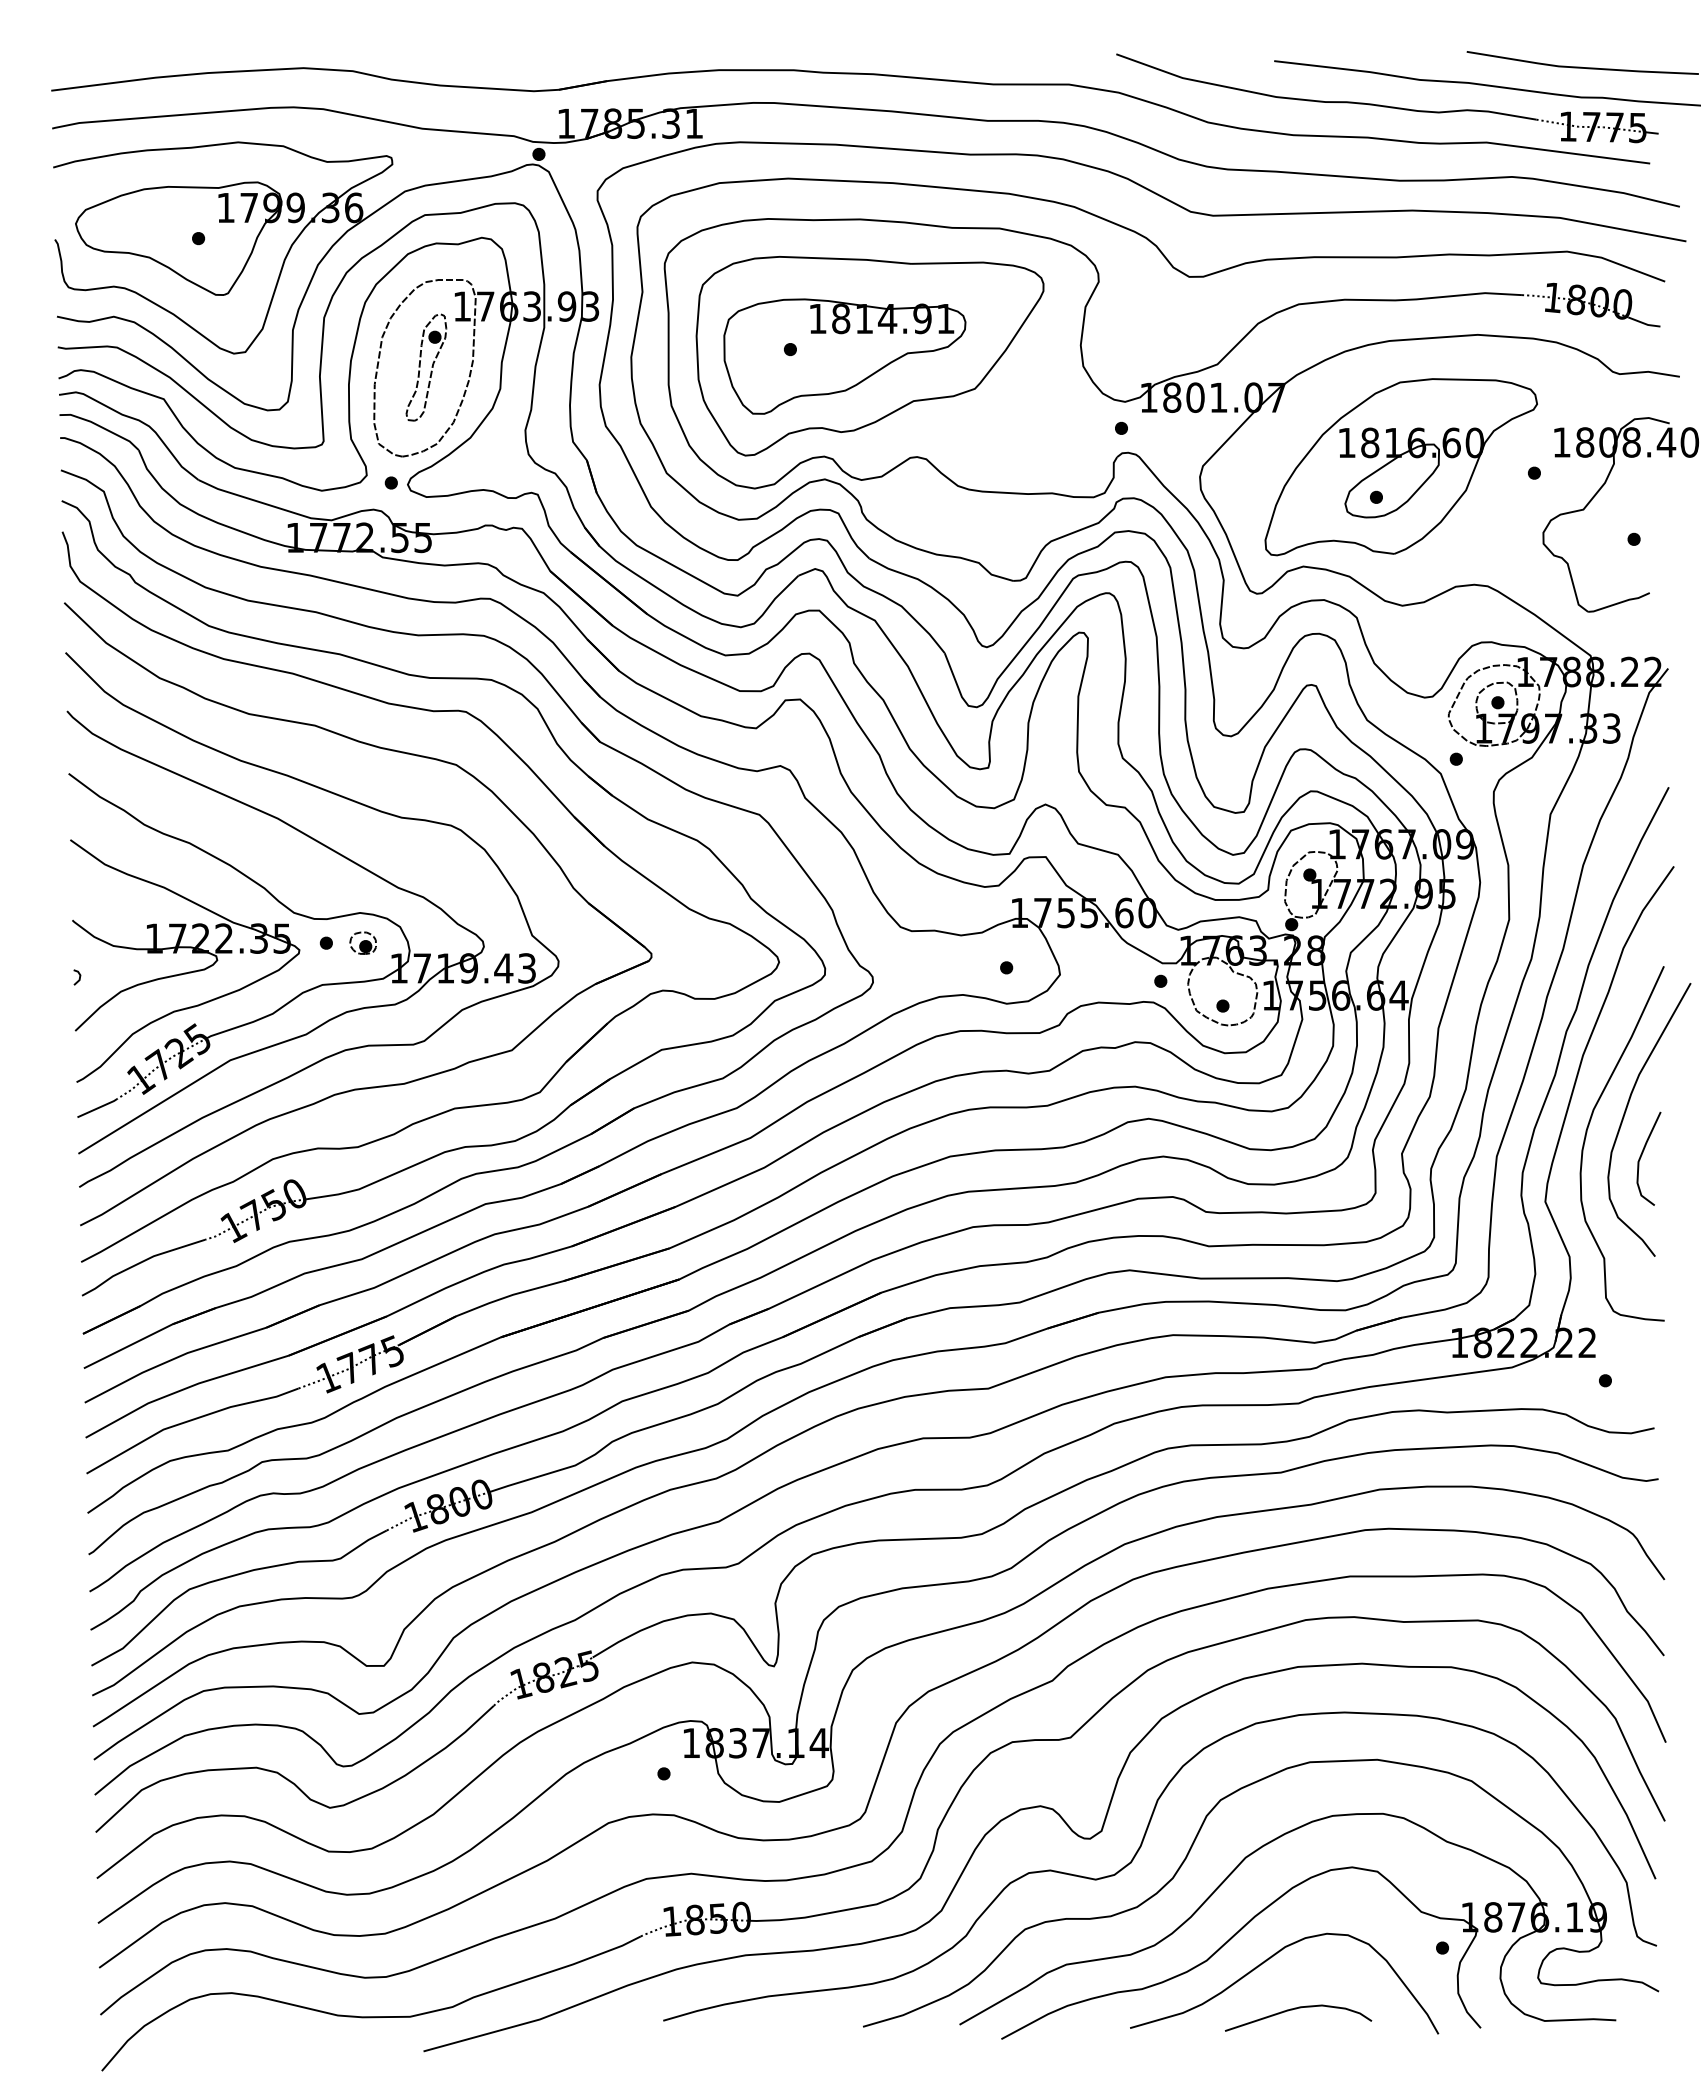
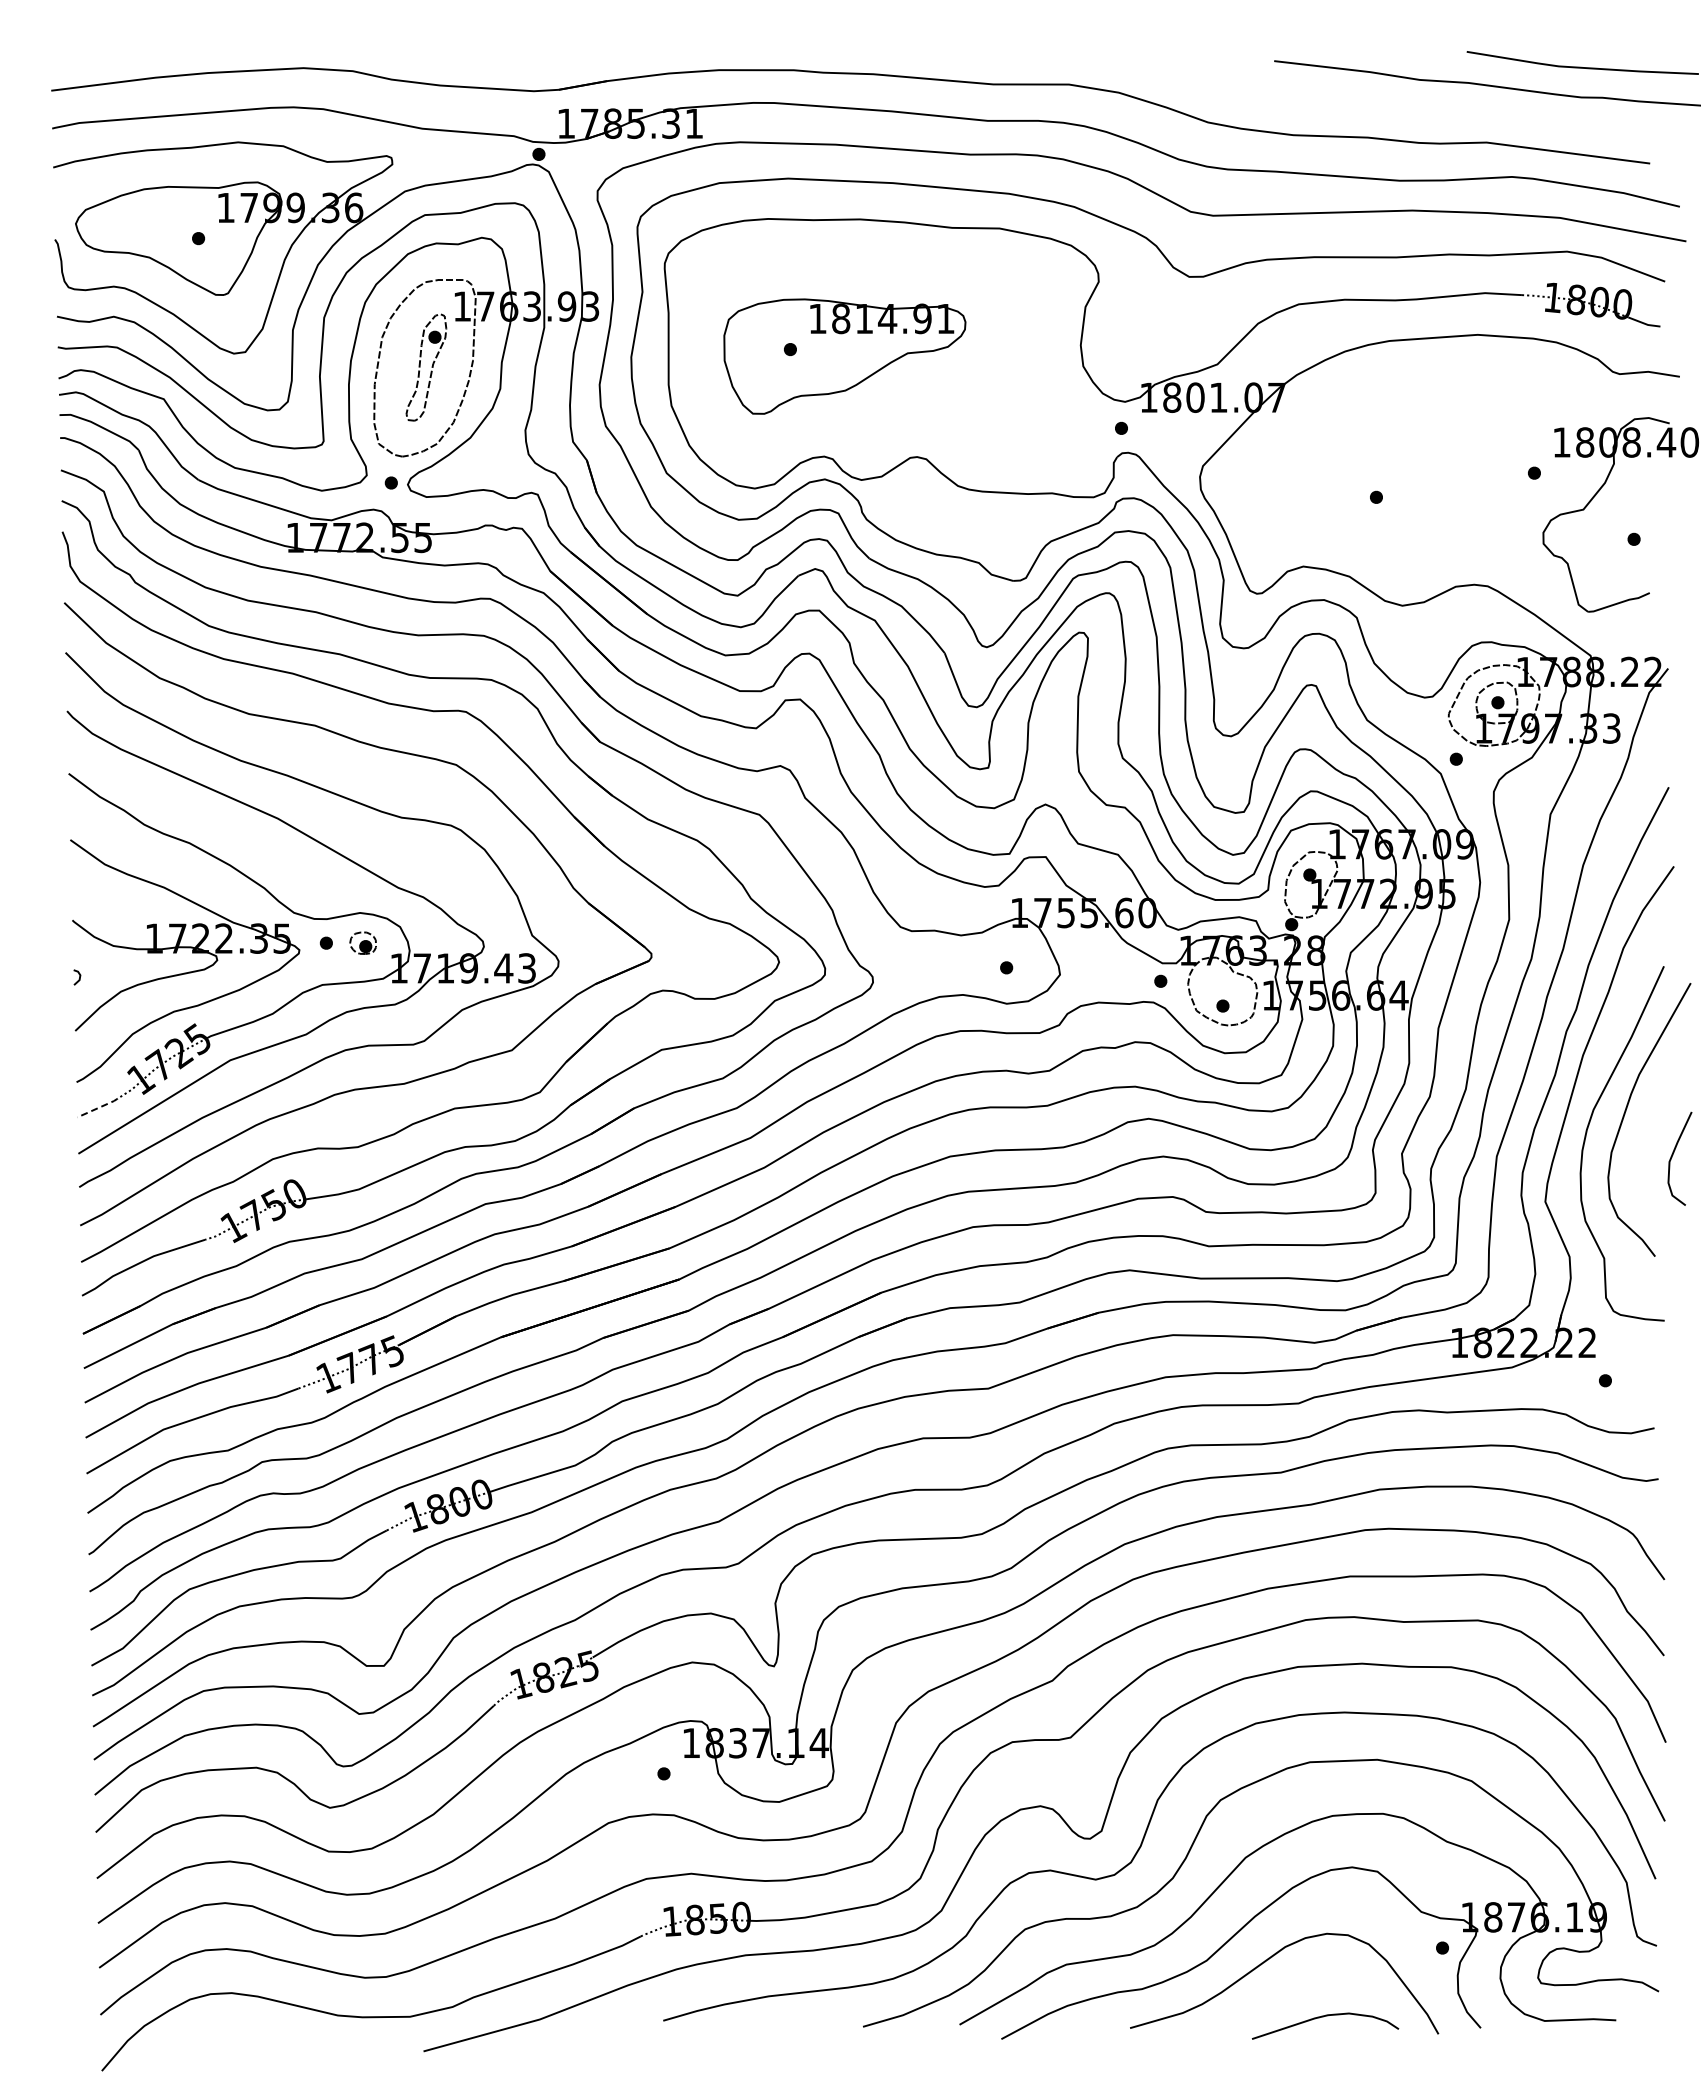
part at (1387, 105): present -> none
part at (869, 356): present -> none
part at (1400, 467): present -> none
line at (98, 1108): solid -> dashed
curve at (1642, 1155) position: (1642, 1155) -> (1673, 1155)
curve at (1296, 2009) position: (1296, 2009) -> (1323, 2017)
